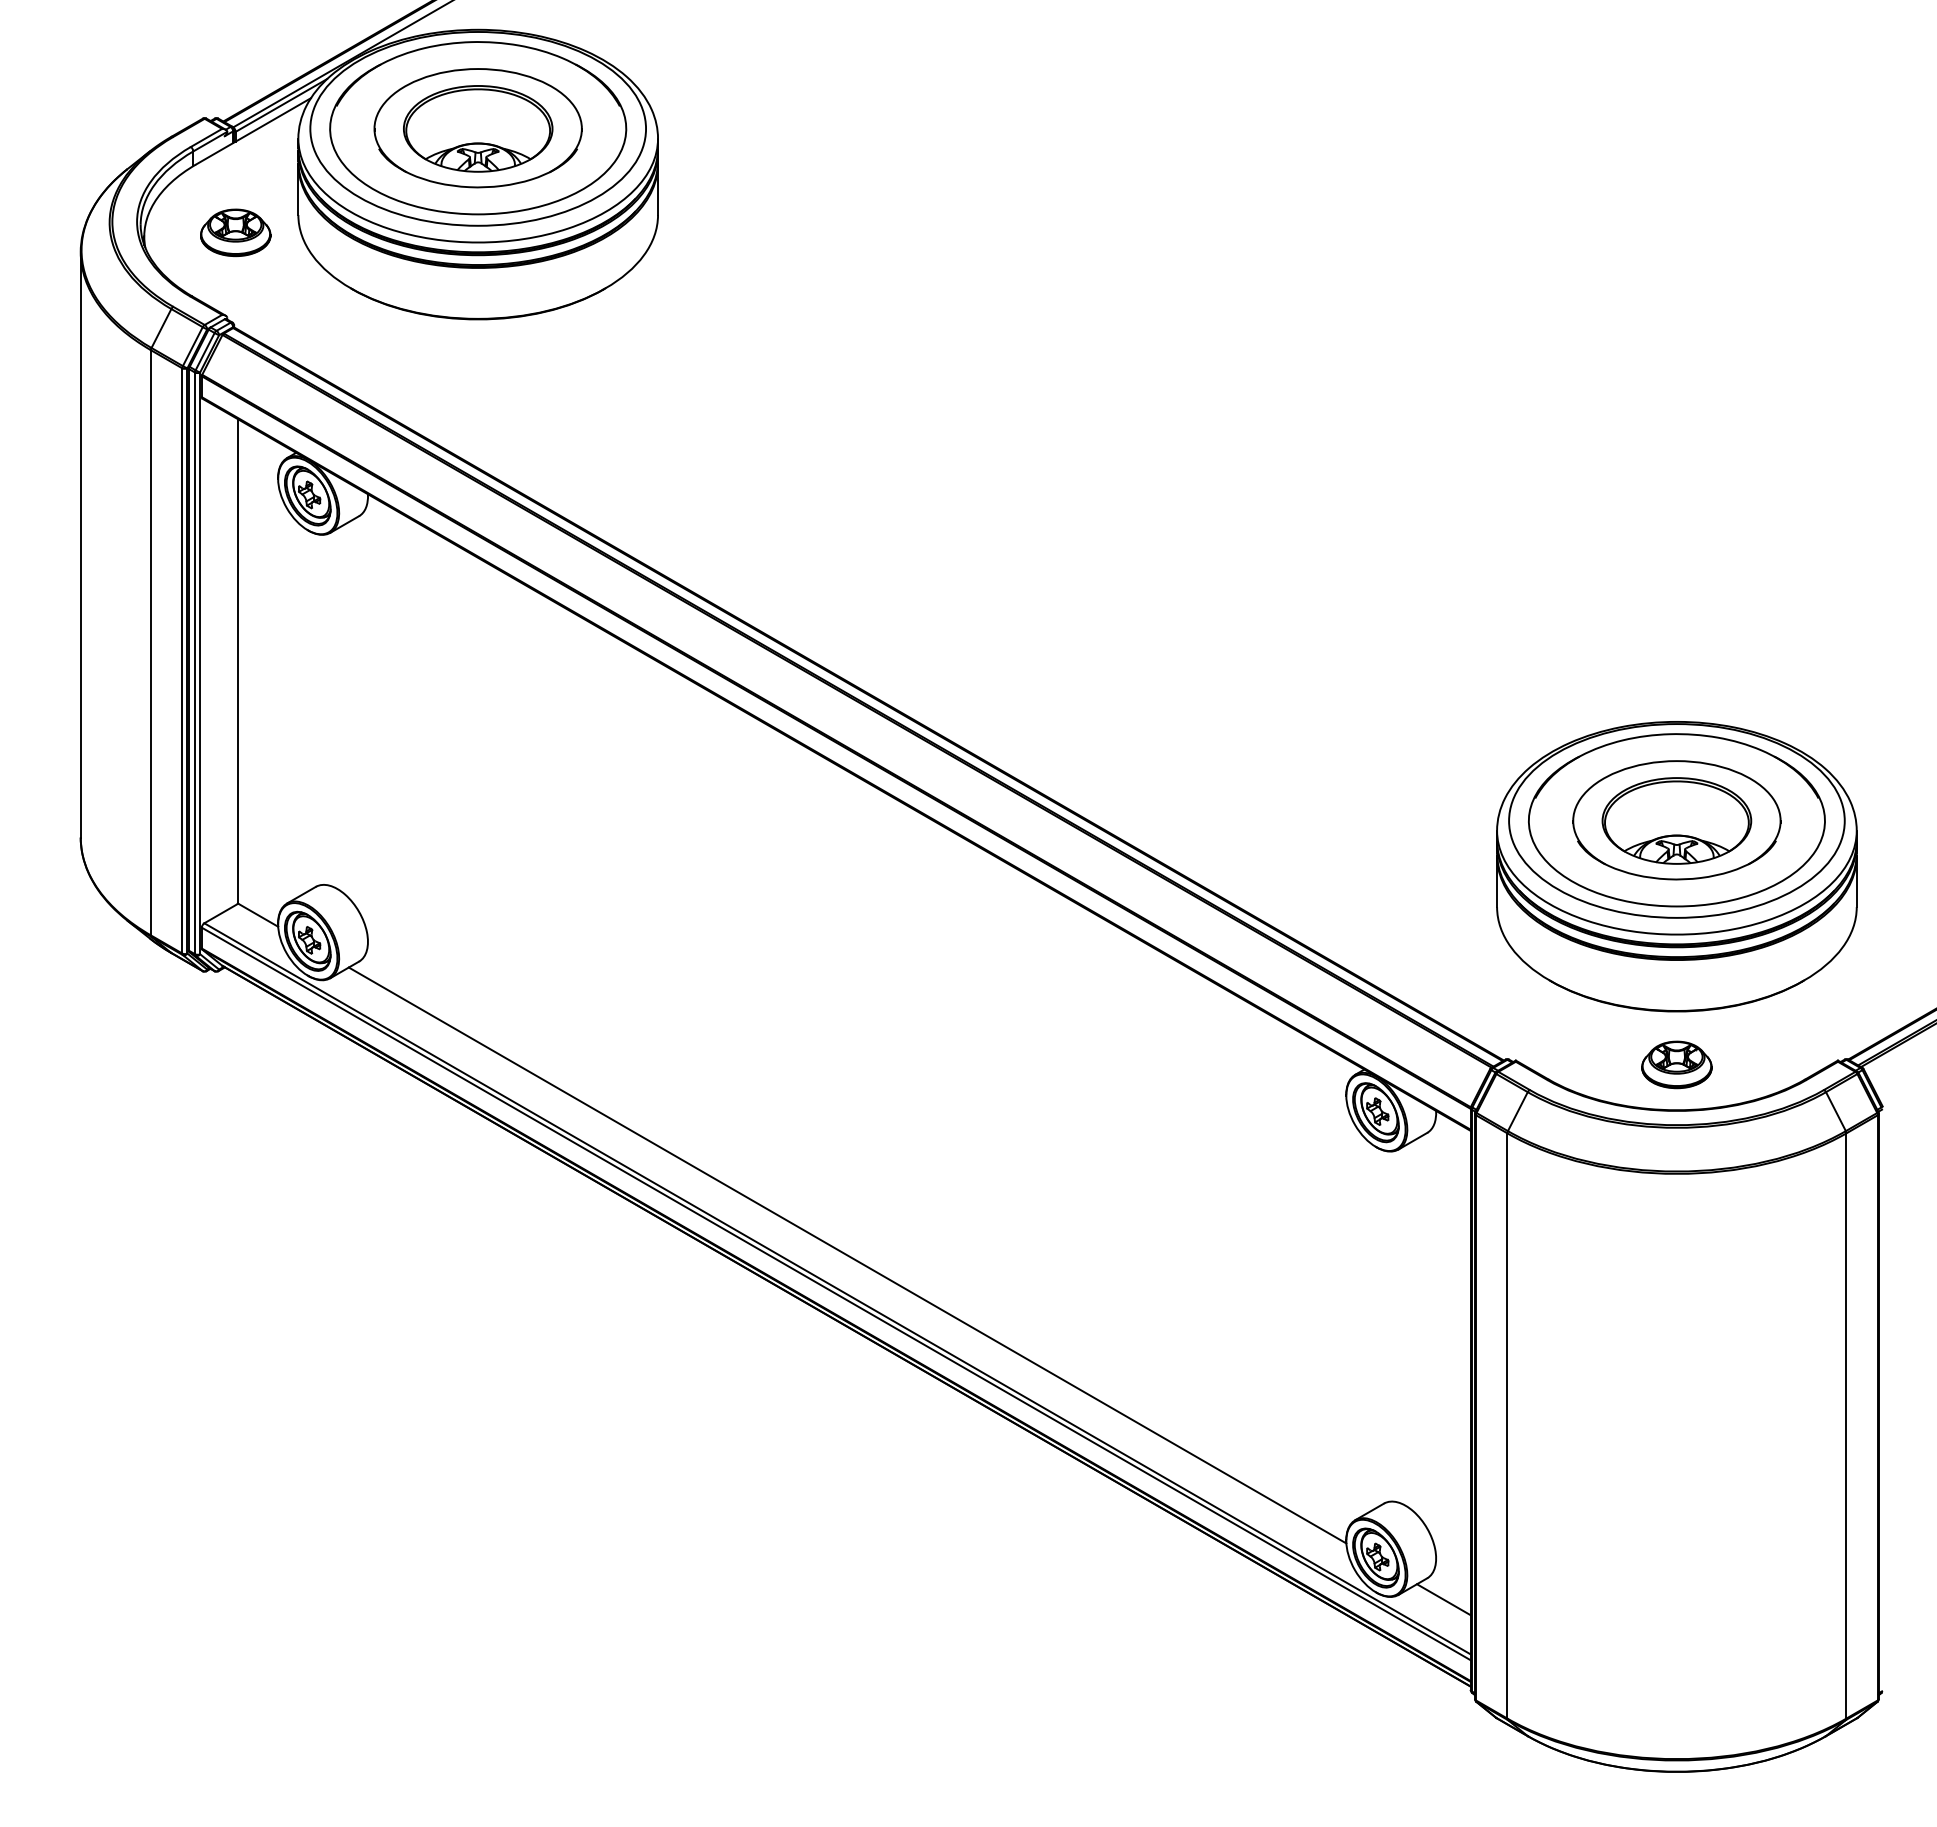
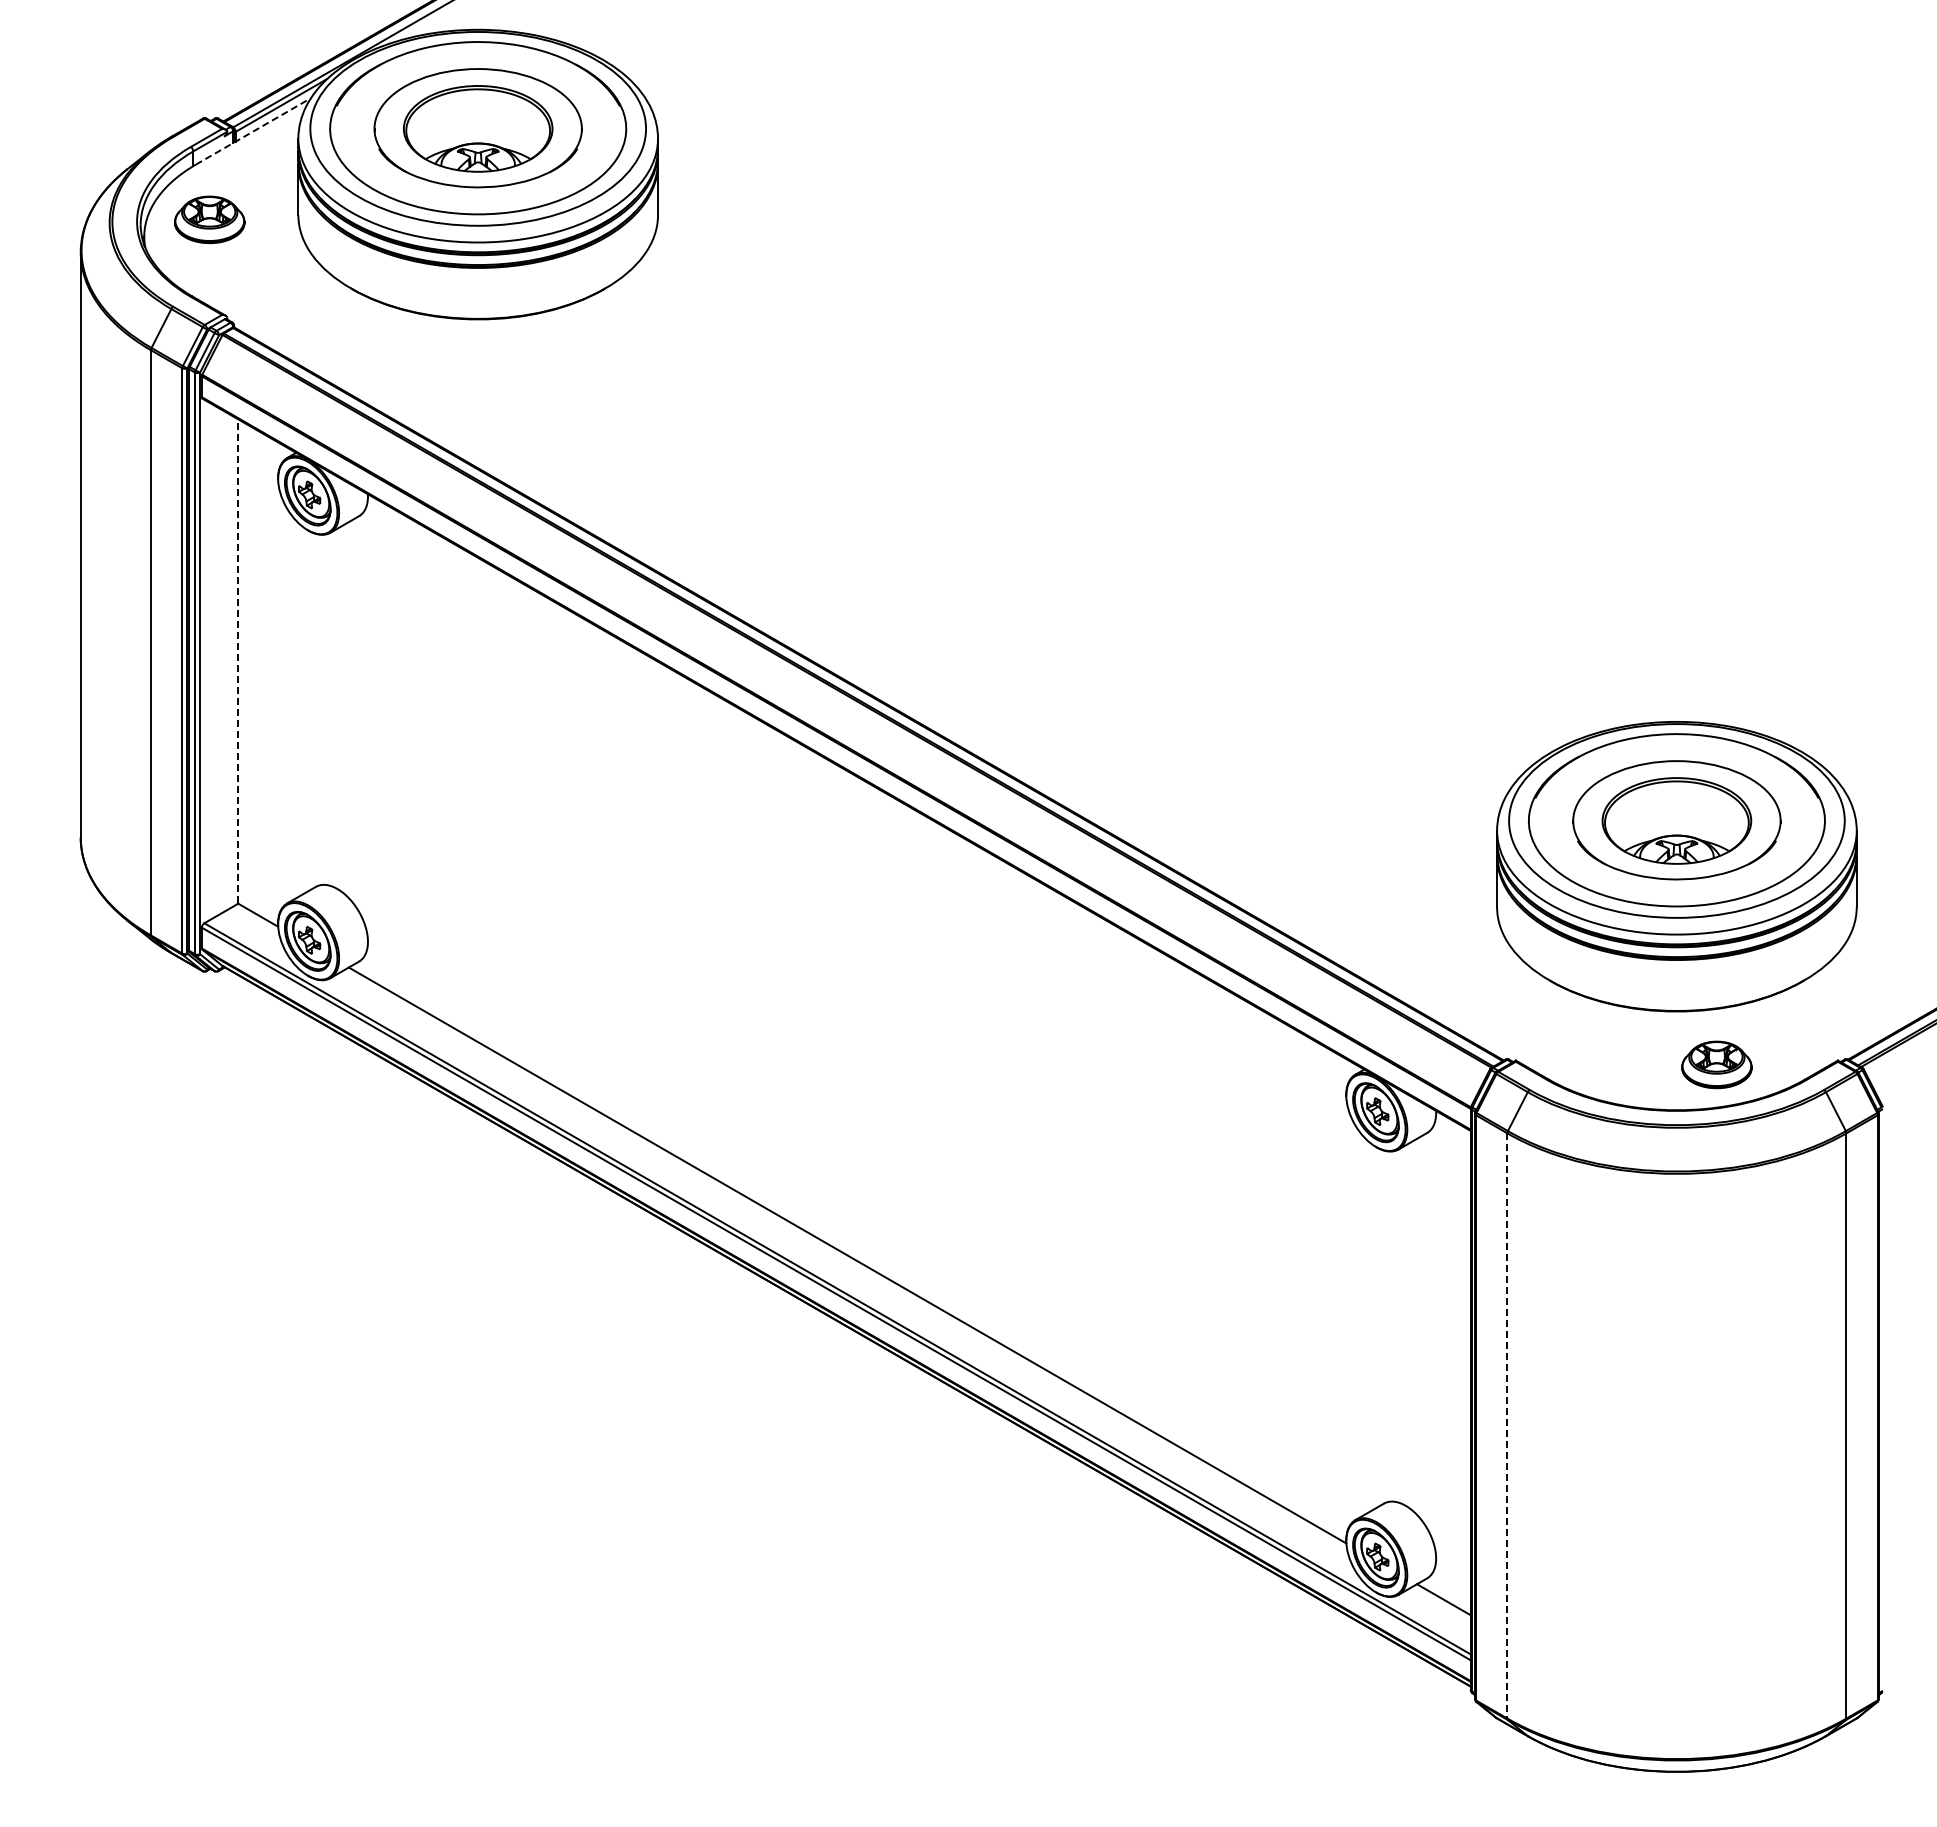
line at (253, 131): solid -> dashed
part at (235, 232) position: (235, 232) -> (209, 219)
line at (237, 660): solid -> dashed
part at (1676, 1064) position: (1676, 1064) -> (1716, 1064)
line at (1507, 1425): solid -> dashed
